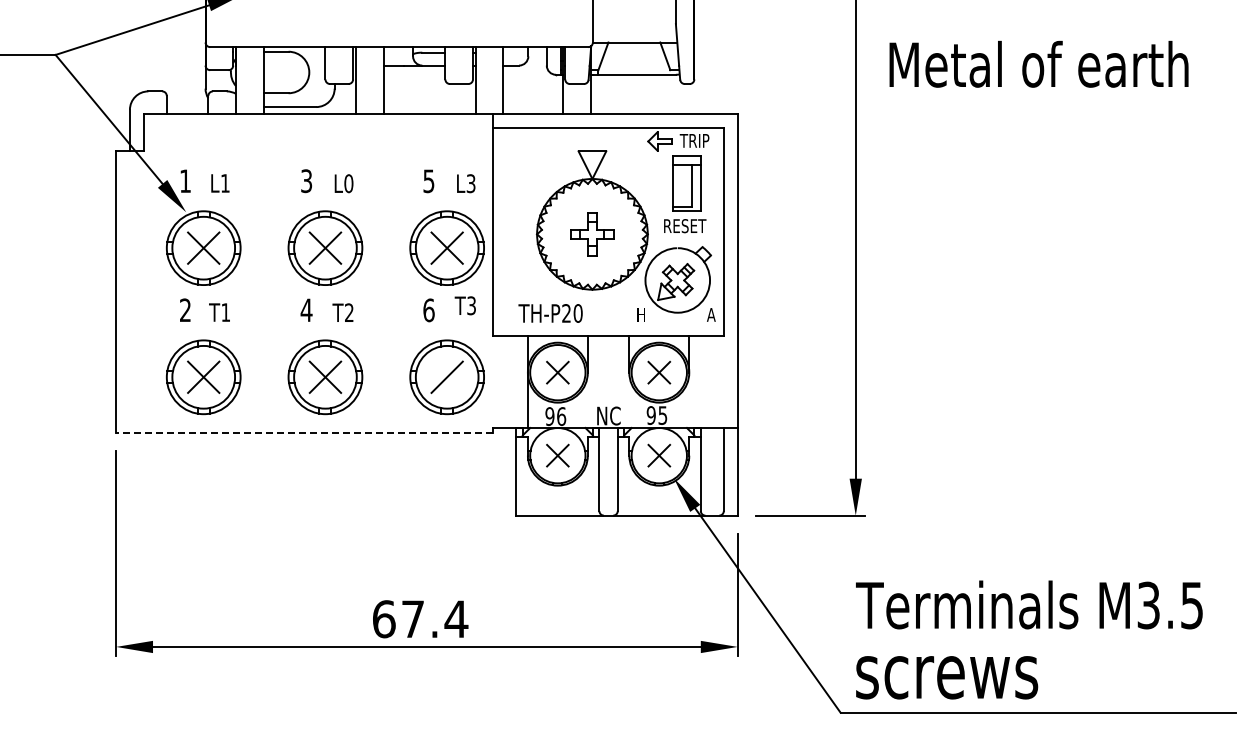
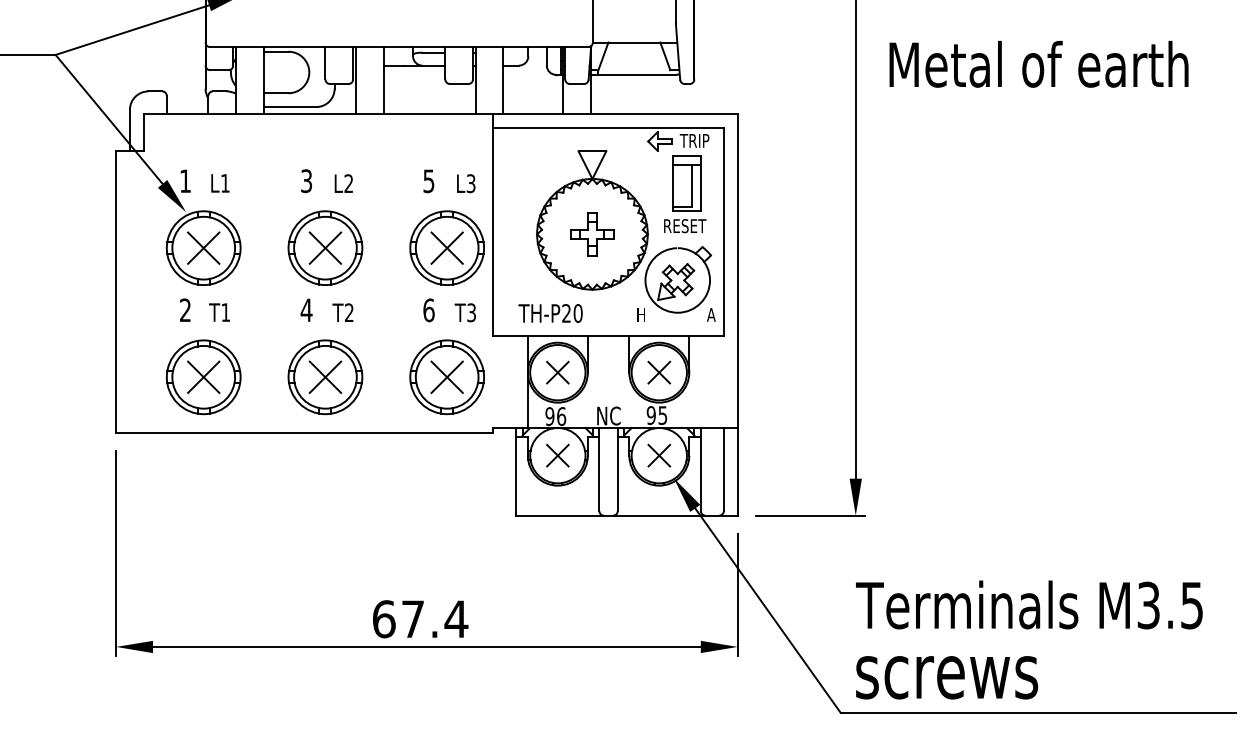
text at (348, 183): L0 -> L2
text at (464, 305) position: (464, 305) -> (464, 312)
line at (446, 376): none -> present
line at (304, 432): dashed -> solid
